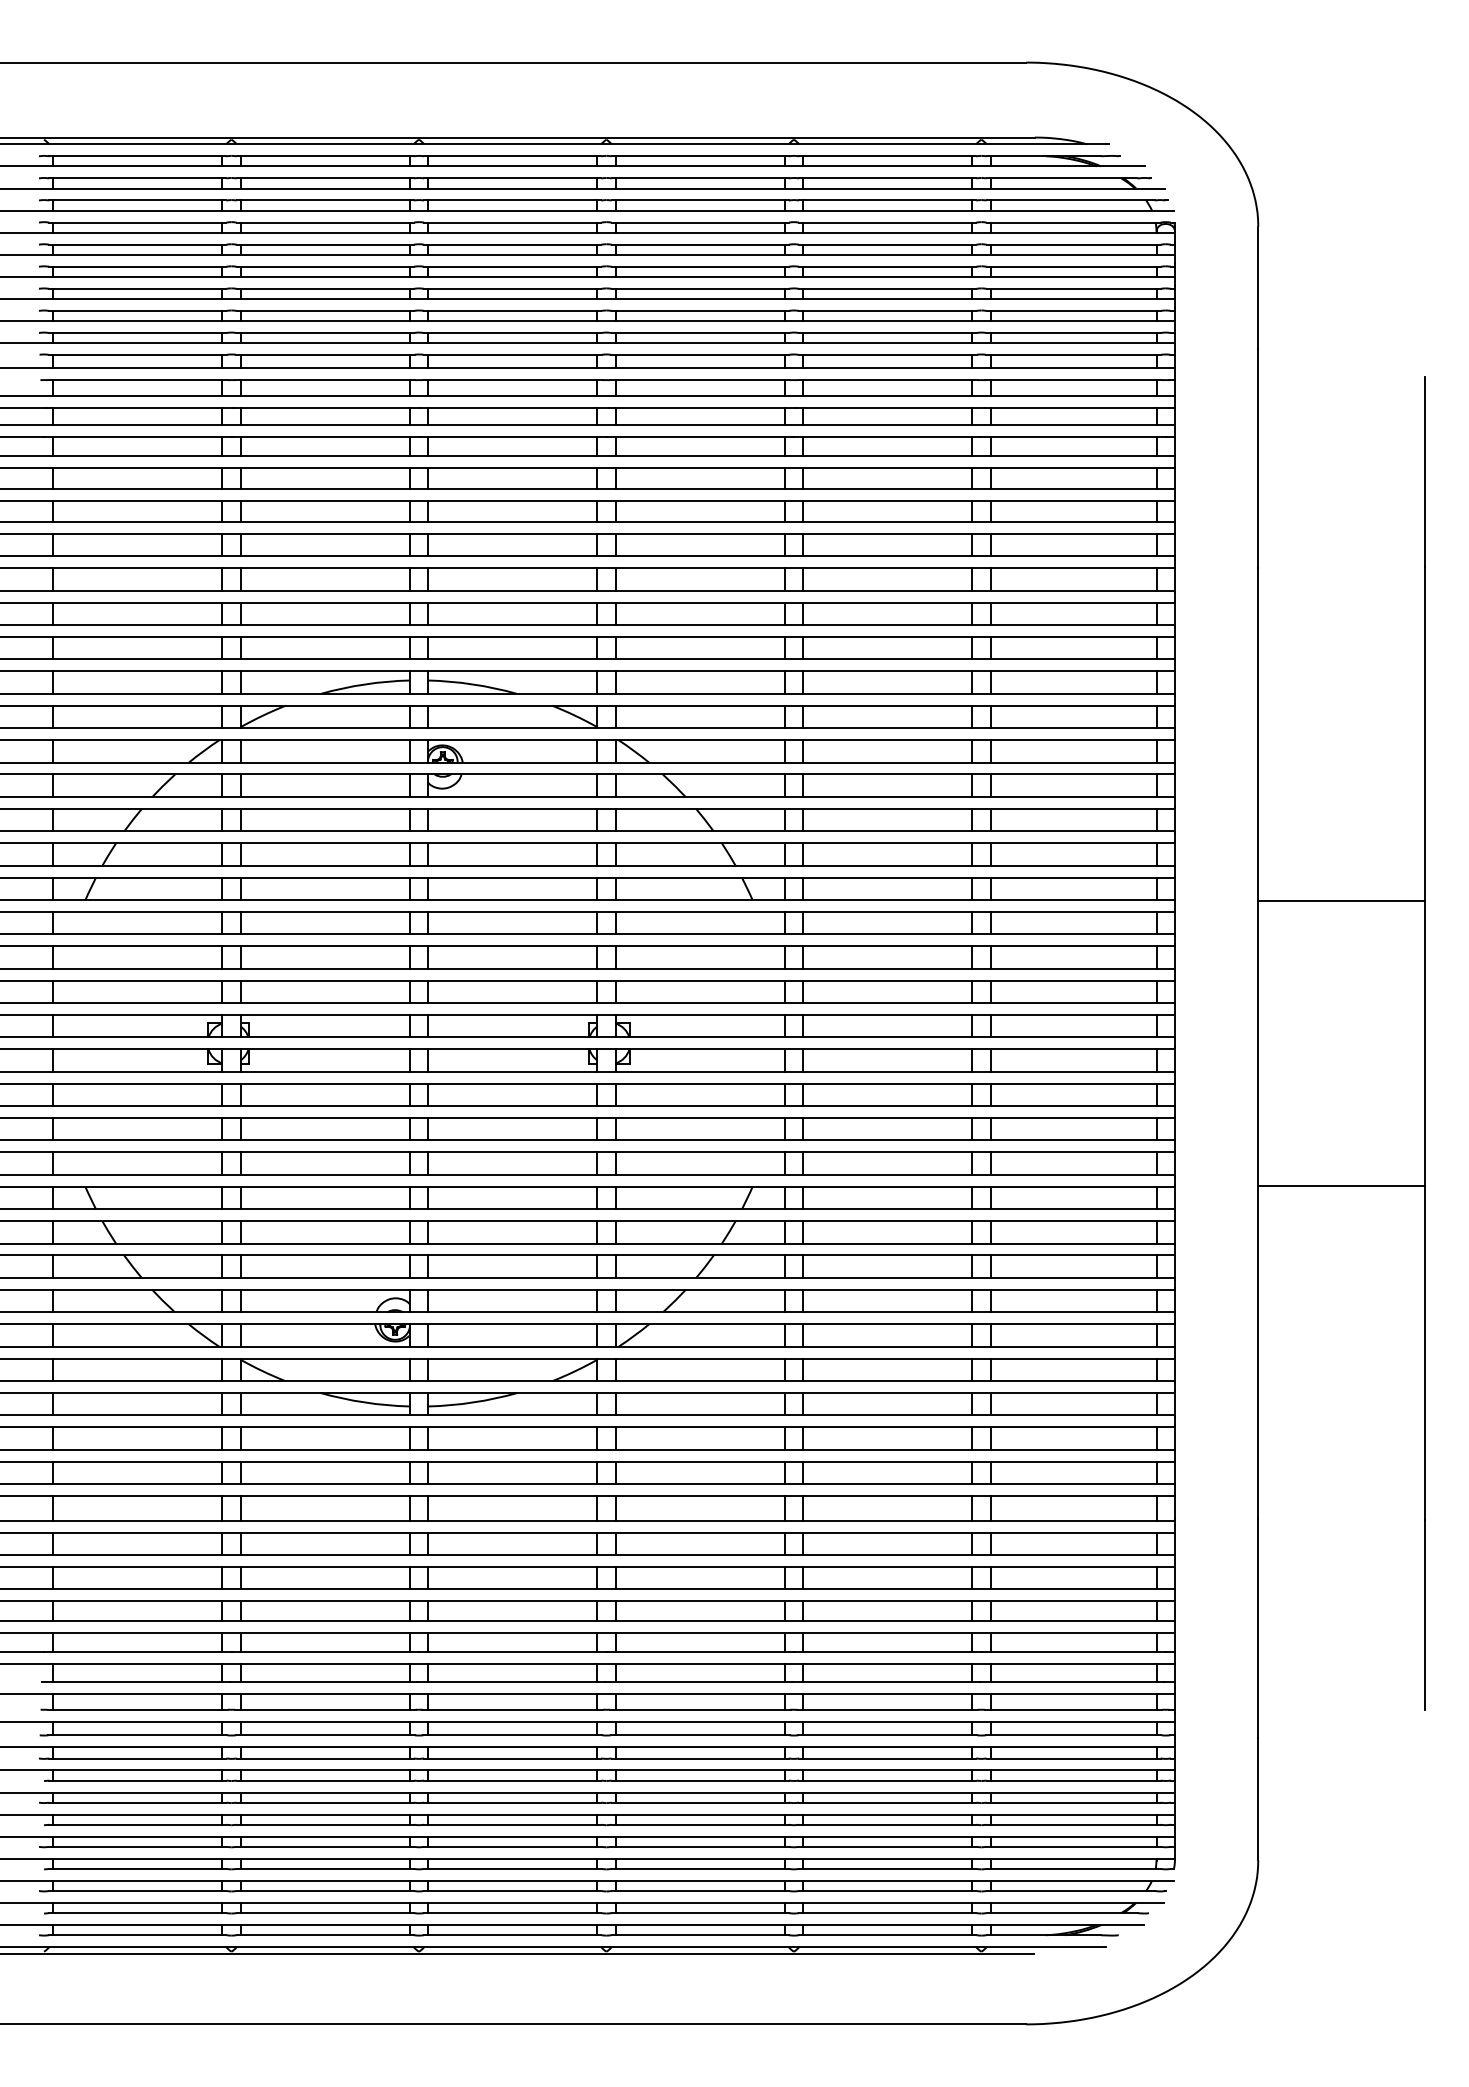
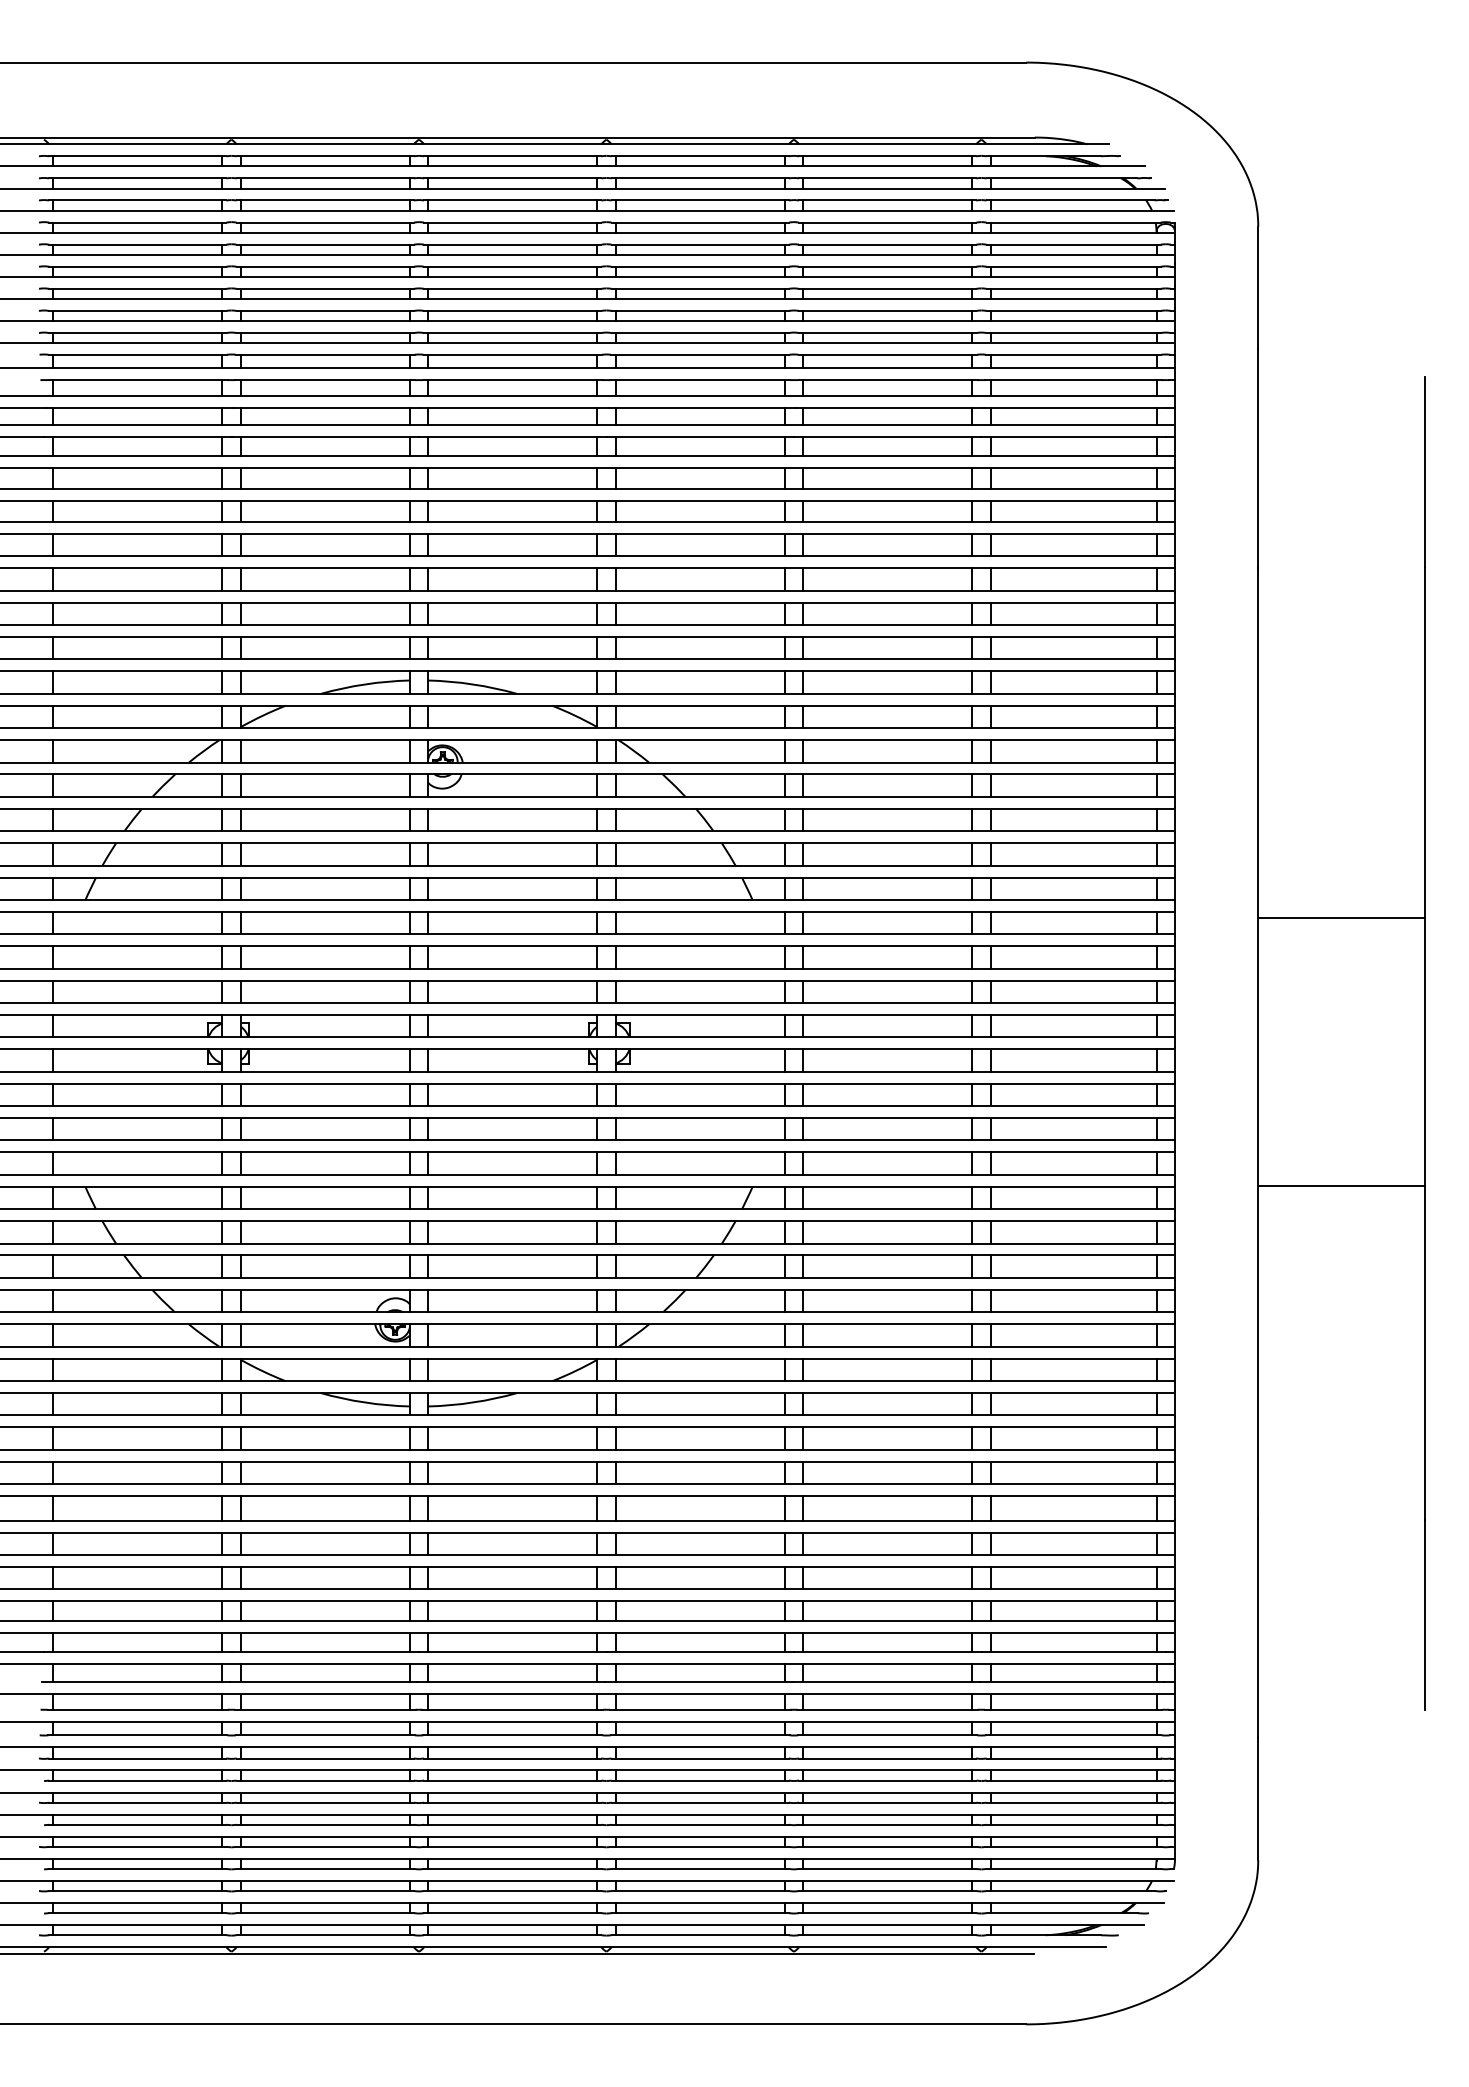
line at (1341, 900) position: (1341, 900) -> (1341, 917)
